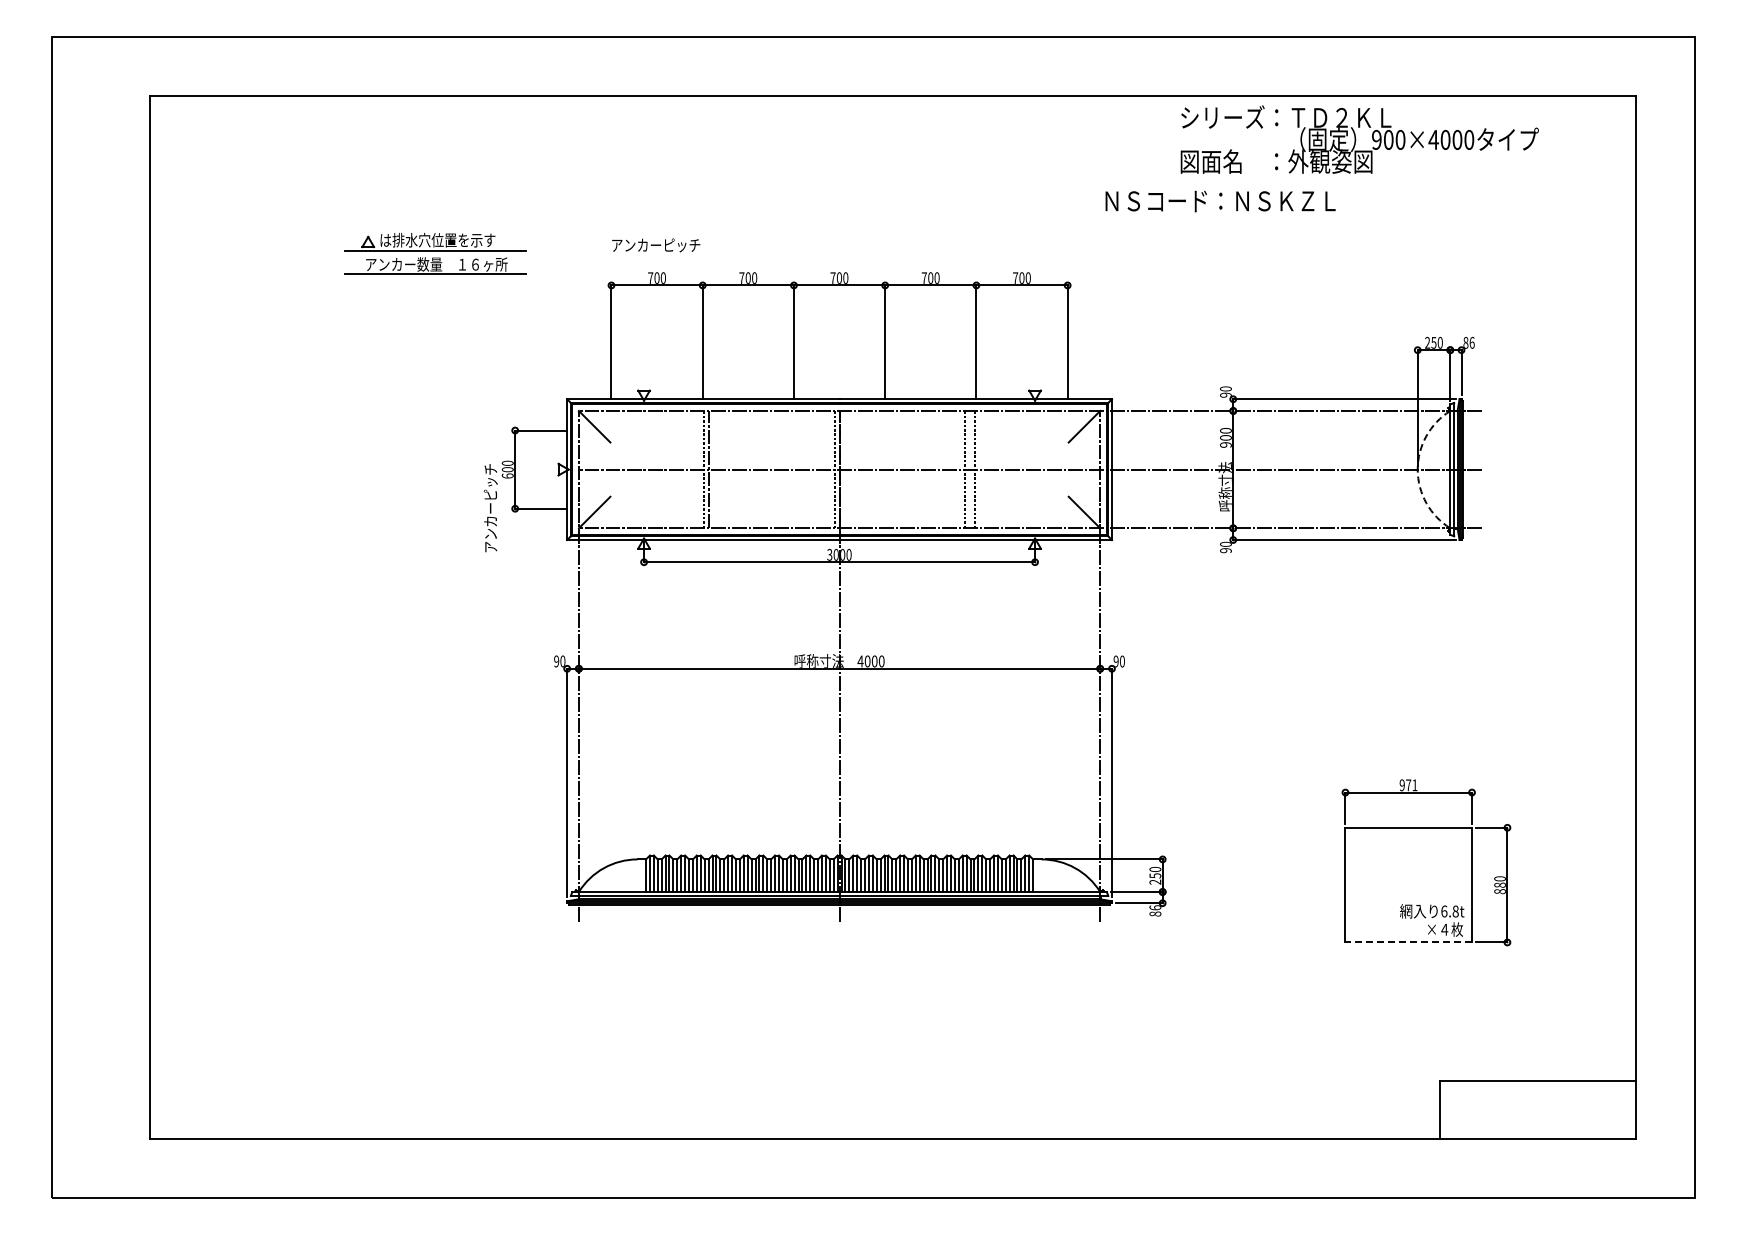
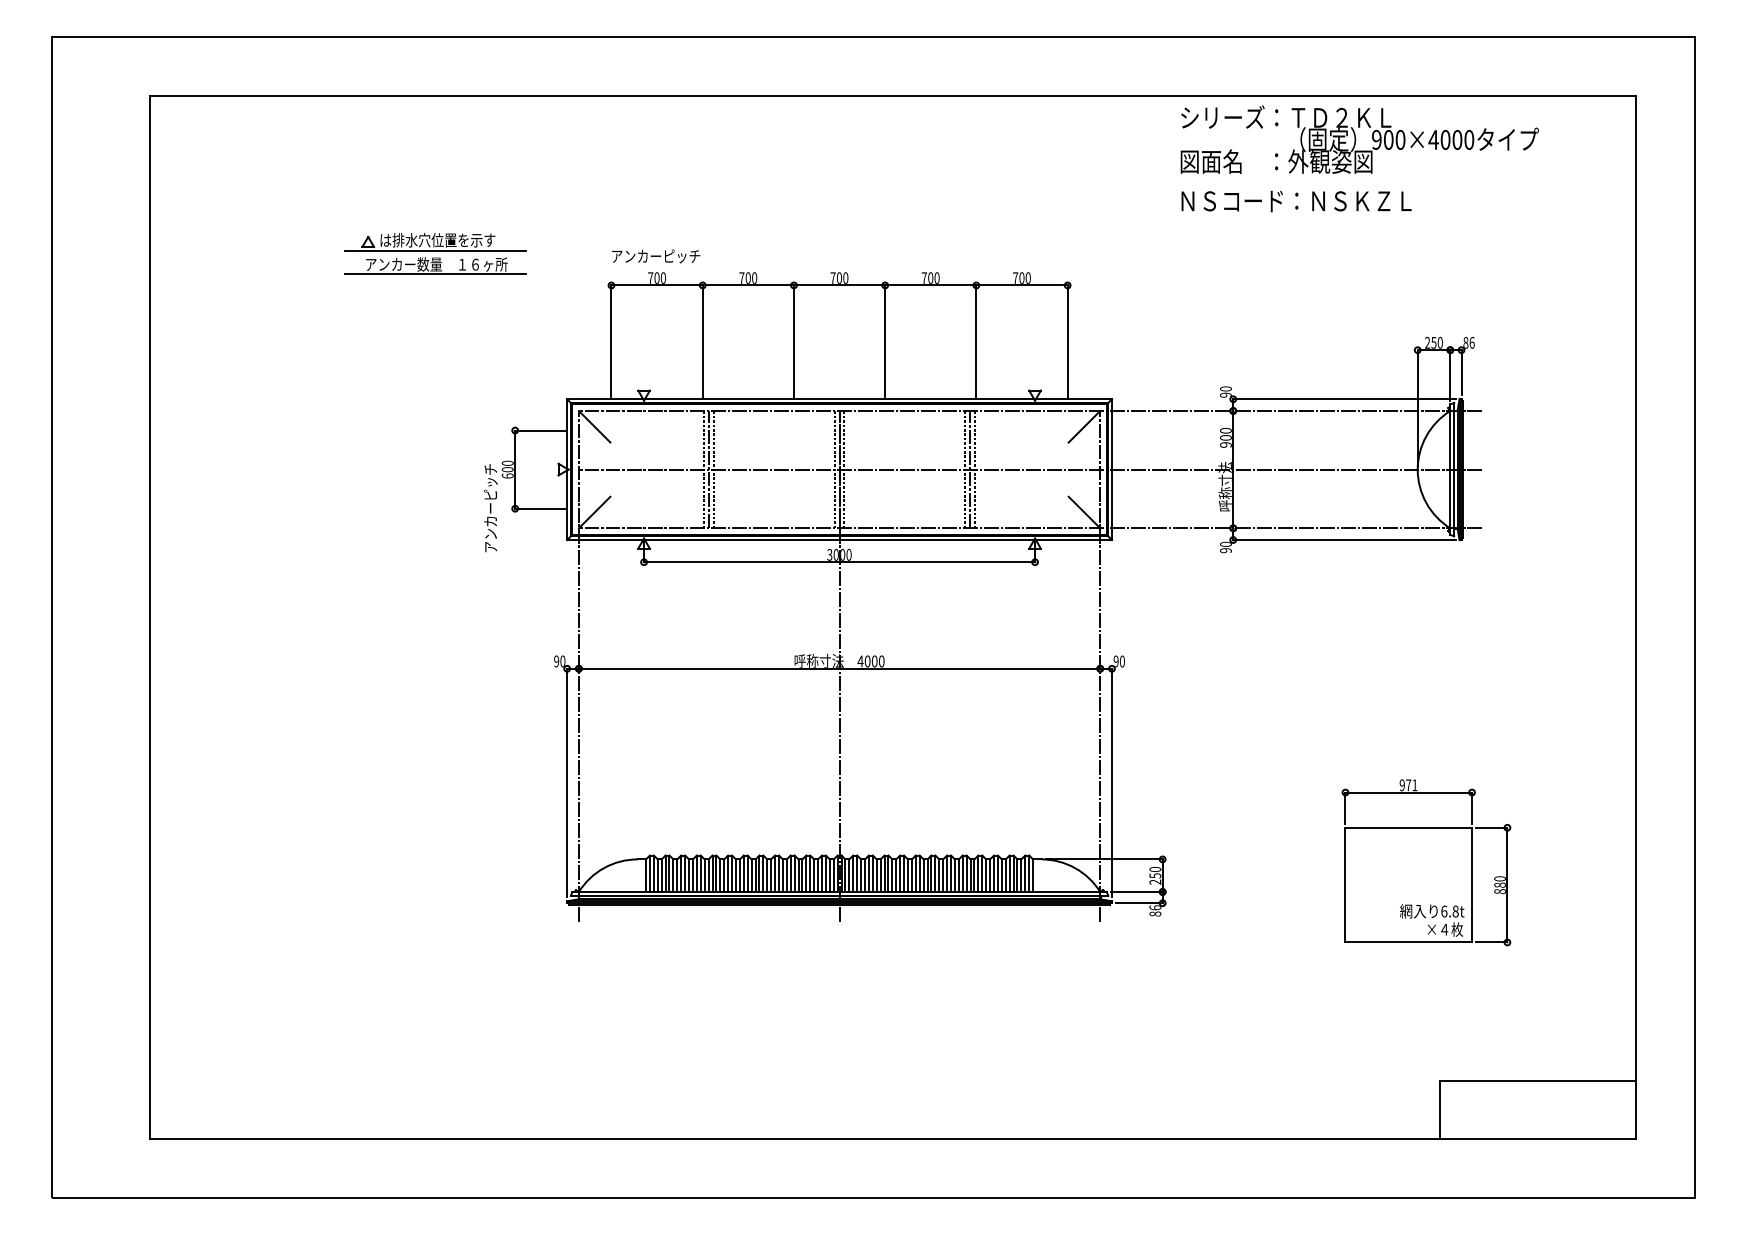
text at (1220, 201) position: (1220, 201) -> (1296, 201)
text at (656, 245) position: (656, 245) -> (656, 256)
line at (713, 469): none -> present
line at (844, 469): none -> present
line at (970, 469): none -> present
arc at (1417, 469): dashed -> solid
line at (1408, 942): dashed -> solid
